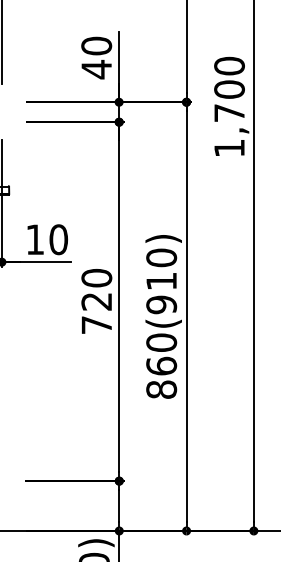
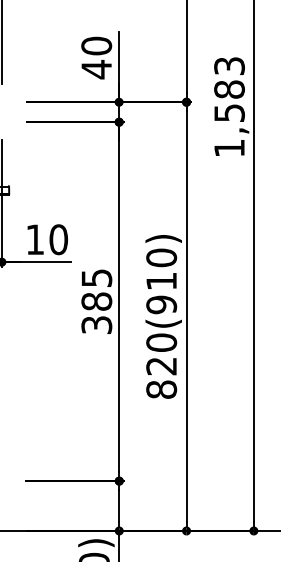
text at (229, 88): 1,700 -> 1,583
text at (96, 300): 720 -> 385
text at (161, 365): 860(910) -> 820(910)
